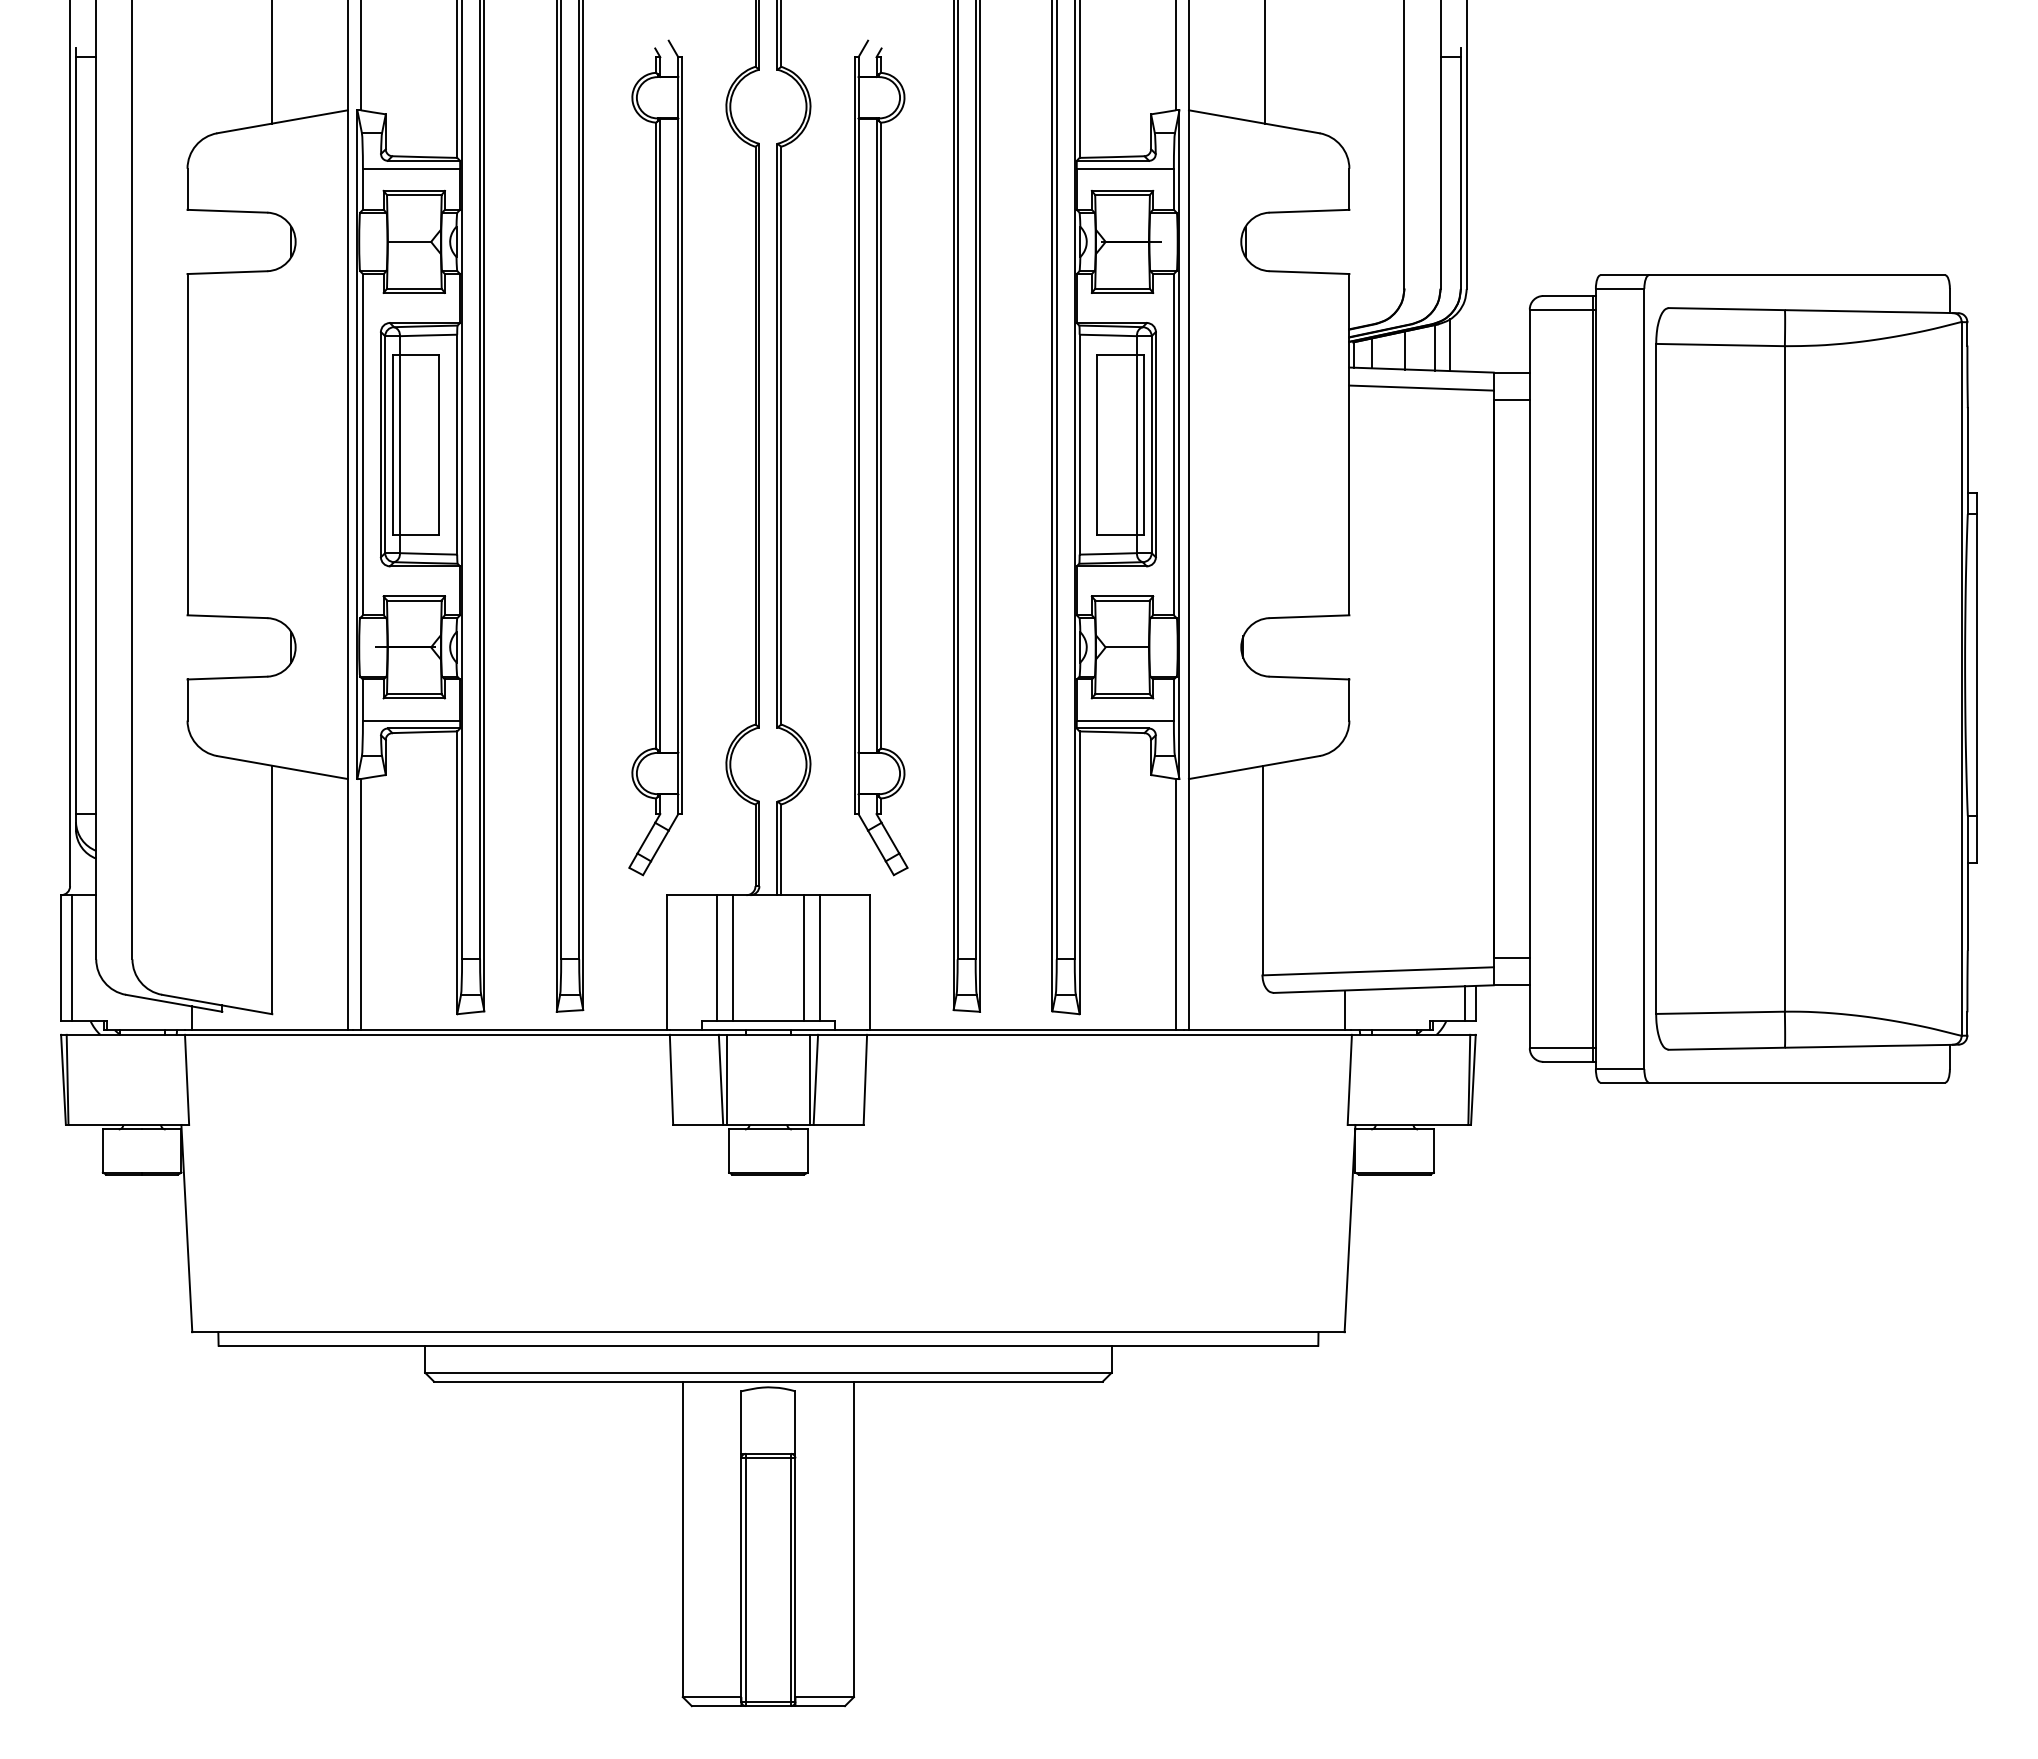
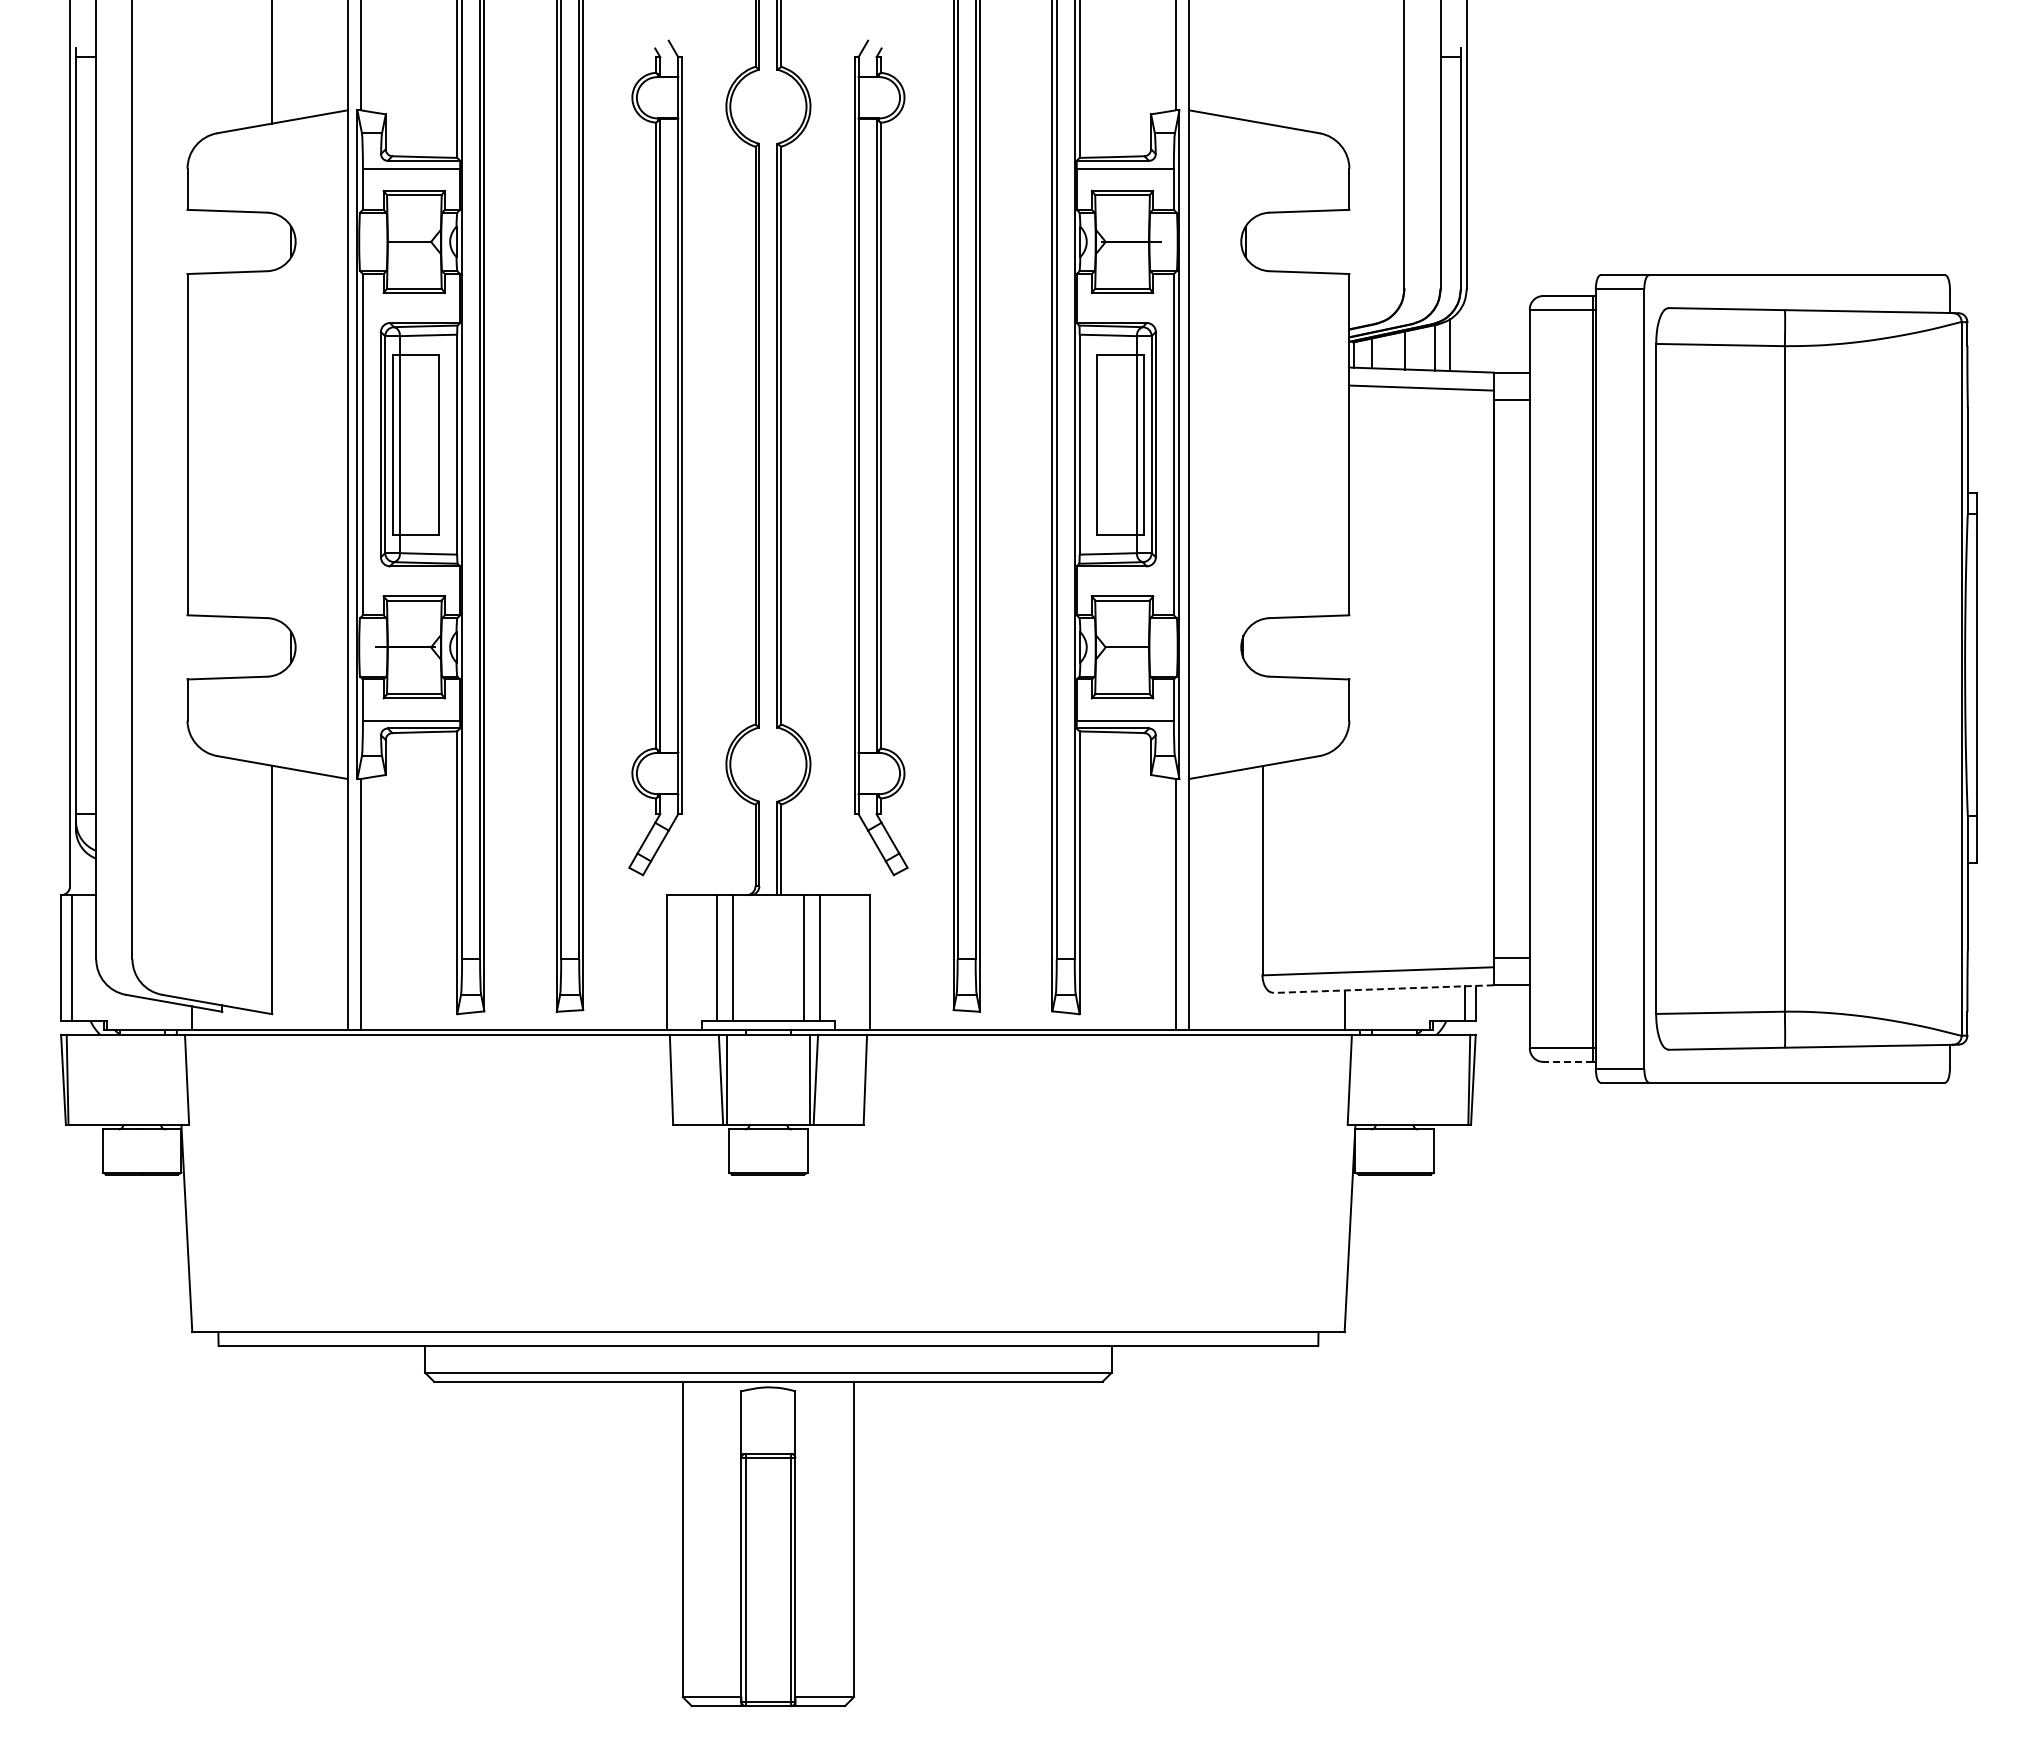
line at (1264, 62): present -> none
line at (1383, 989): solid -> dashed
line at (1568, 1061): solid -> dashed
